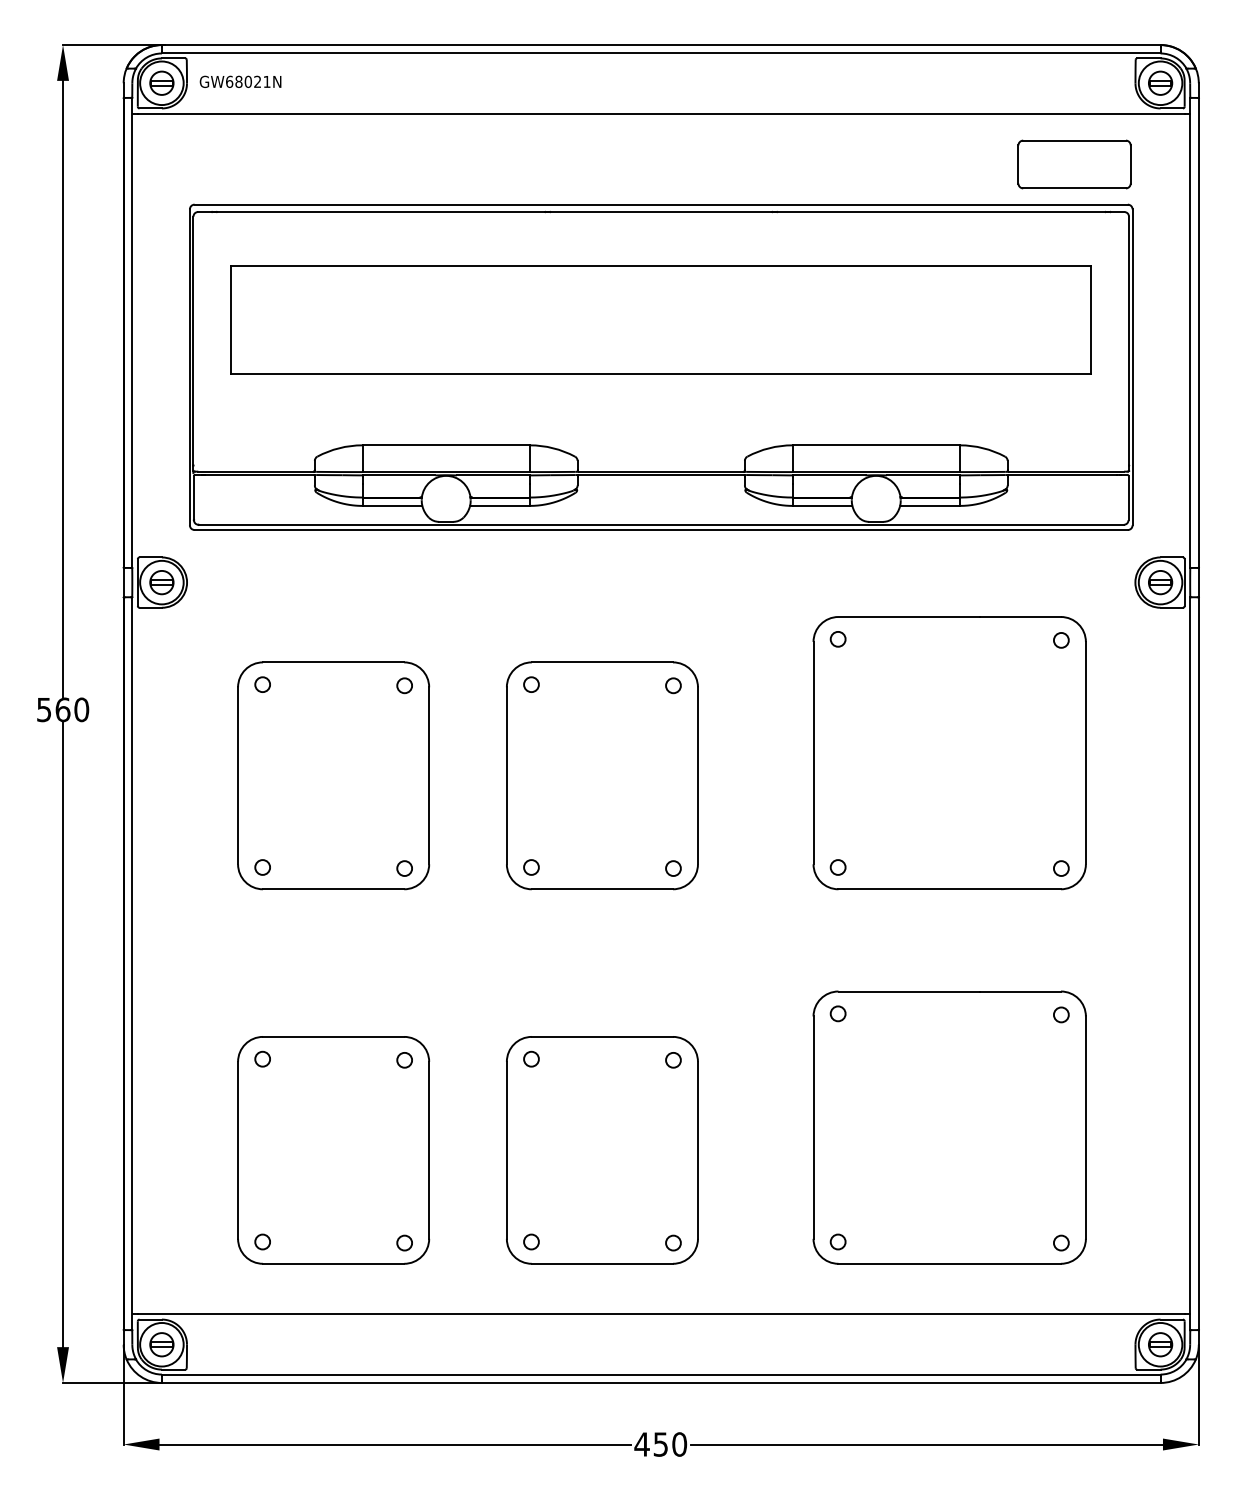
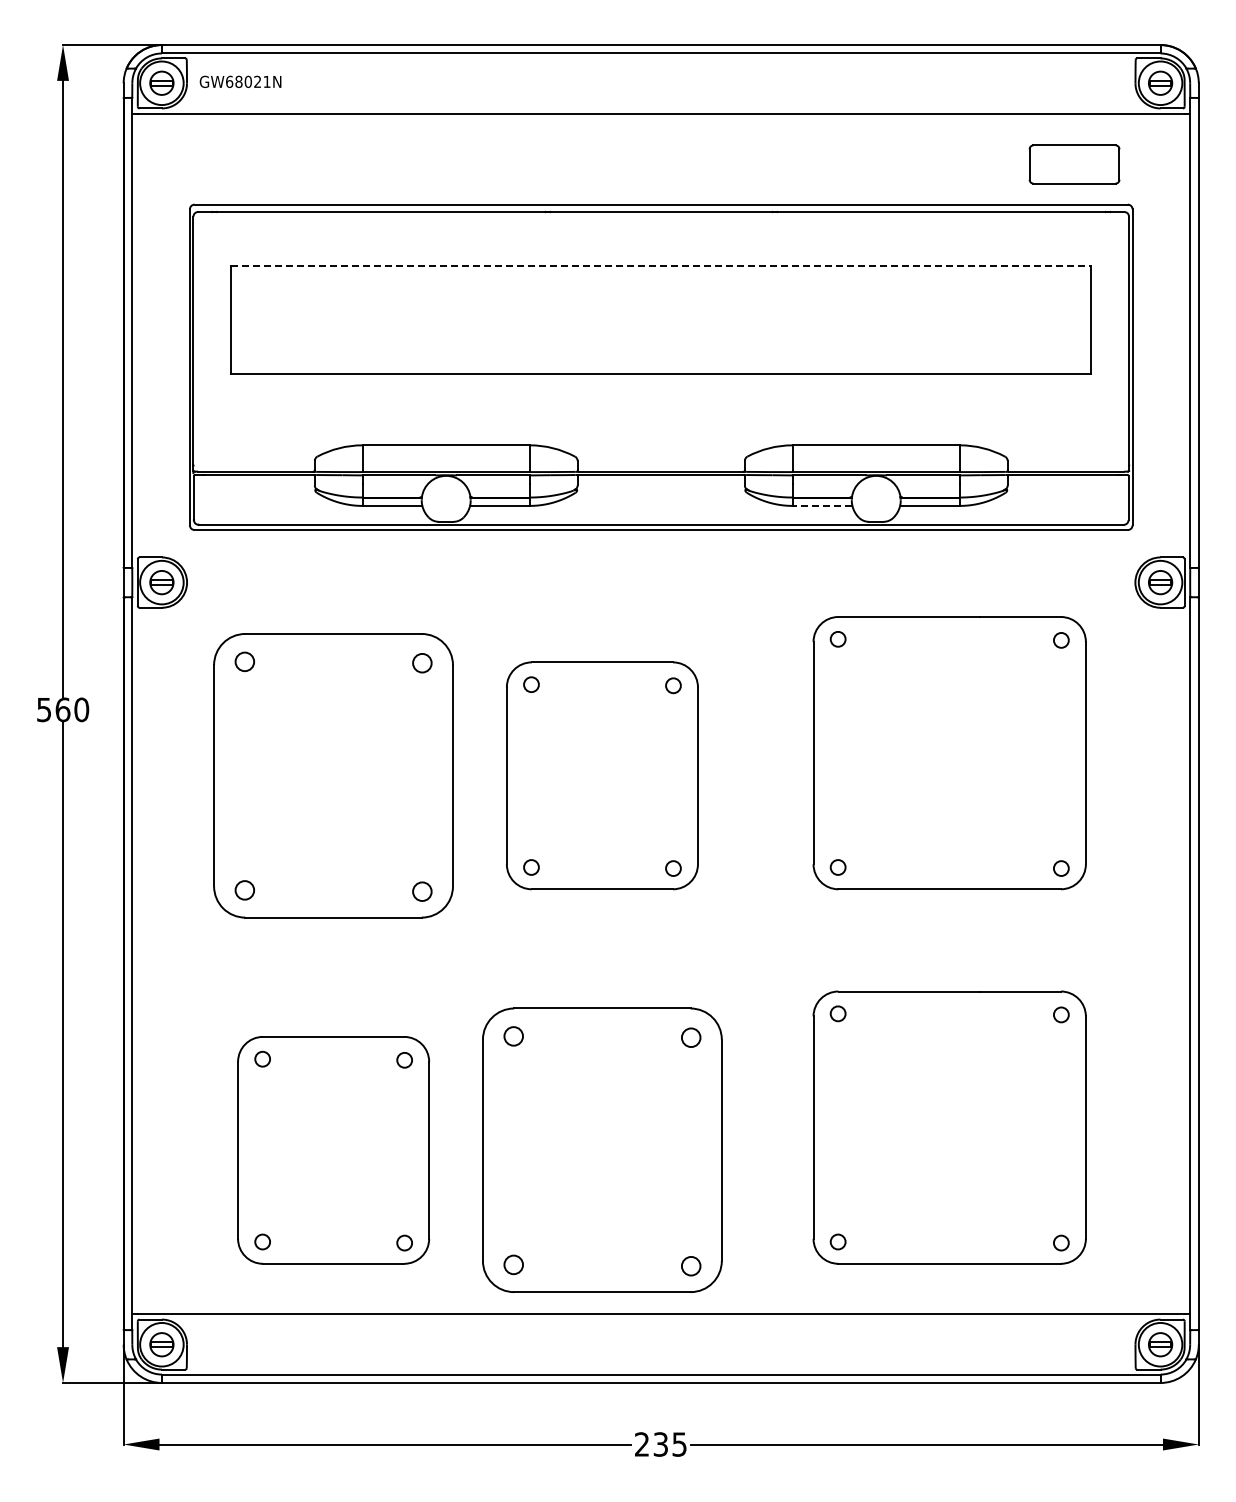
part at (1074, 164) size: 115x51 px -> 93x41 px
line at (661, 266): solid -> dashed
line at (822, 505): solid -> dashed
part at (333, 775) size: 194x230 px -> 241x286 px
part at (602, 1150) size: 193x229 px -> 241x286 px
text at (660, 1444): 450 -> 235
